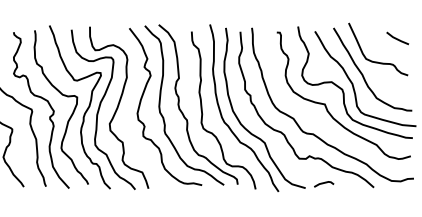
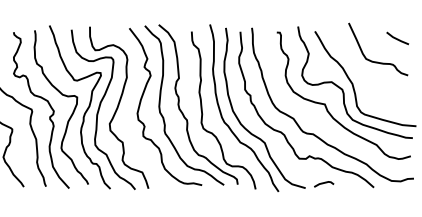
part at (363, 74): present -> none
